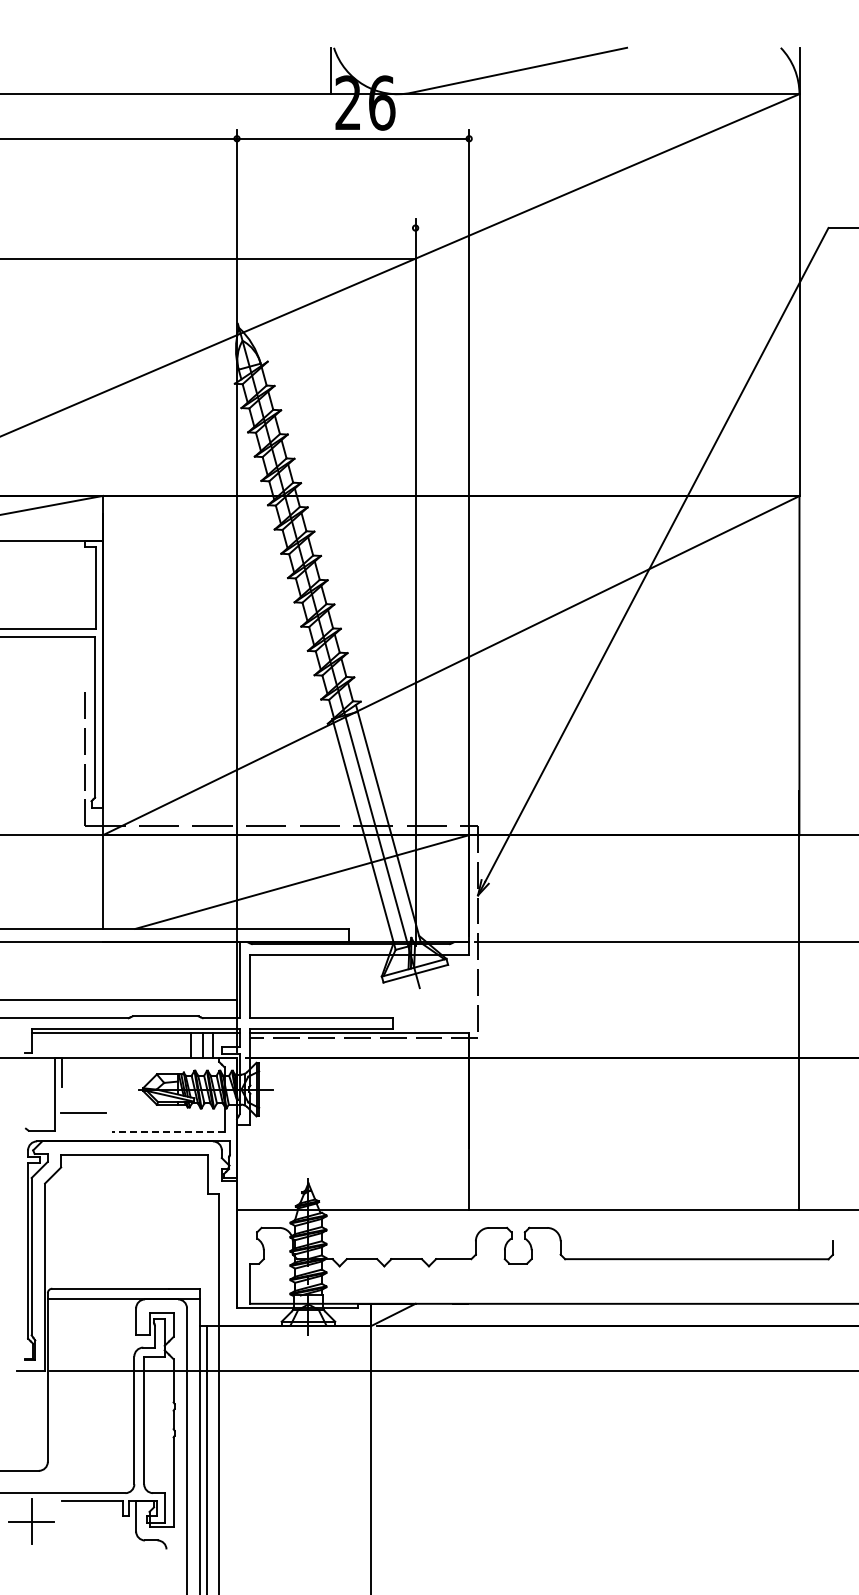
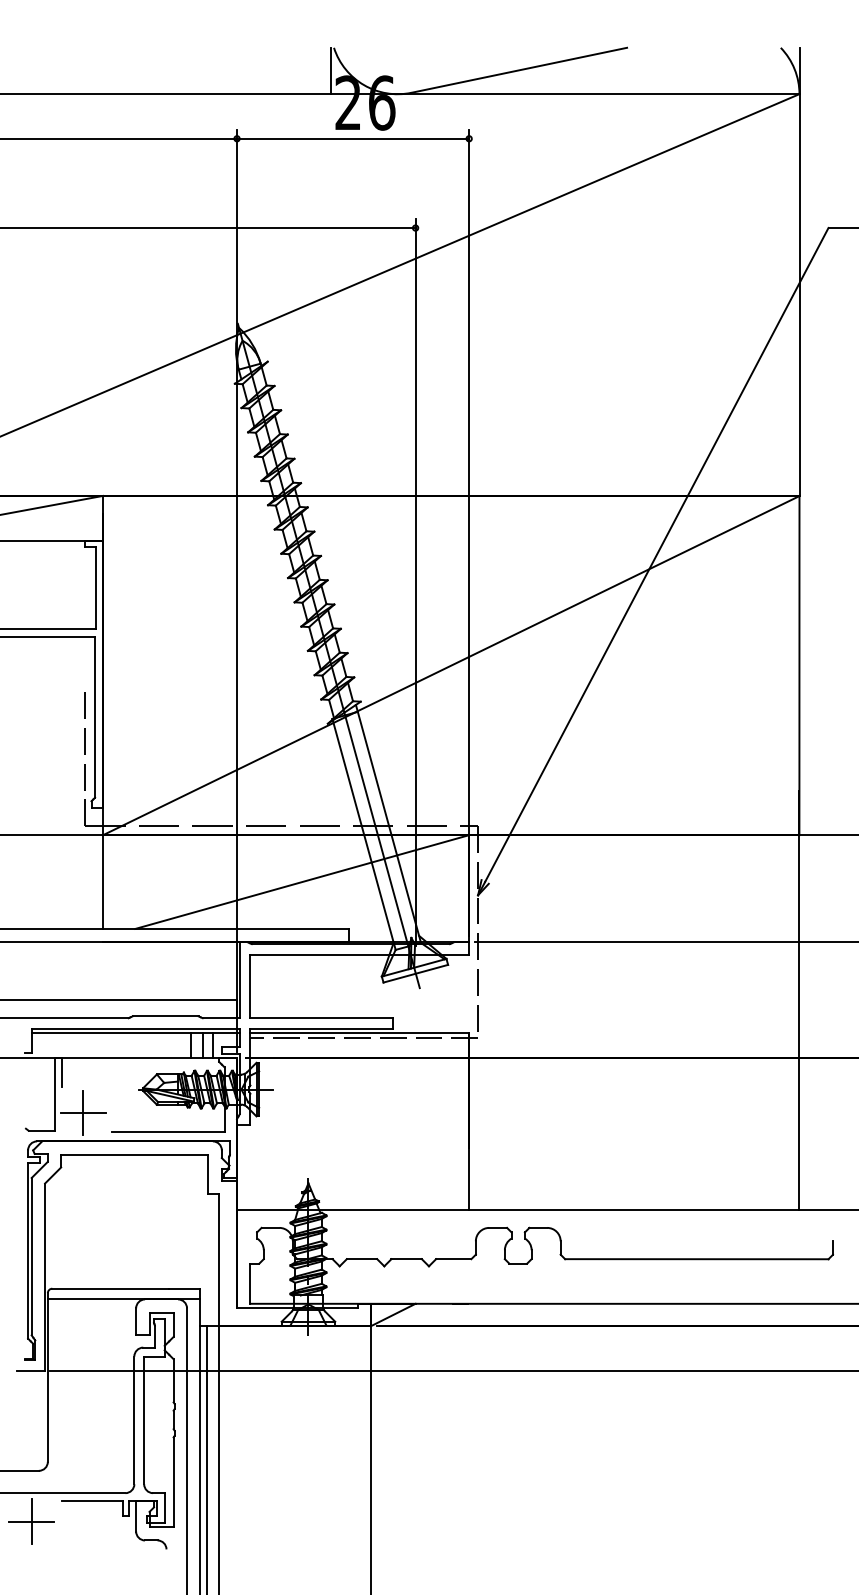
line at (208, 259) position: (208, 259) -> (208, 228)
line at (83, 1112): none -> present
line at (167, 1131): dashed -> solid
